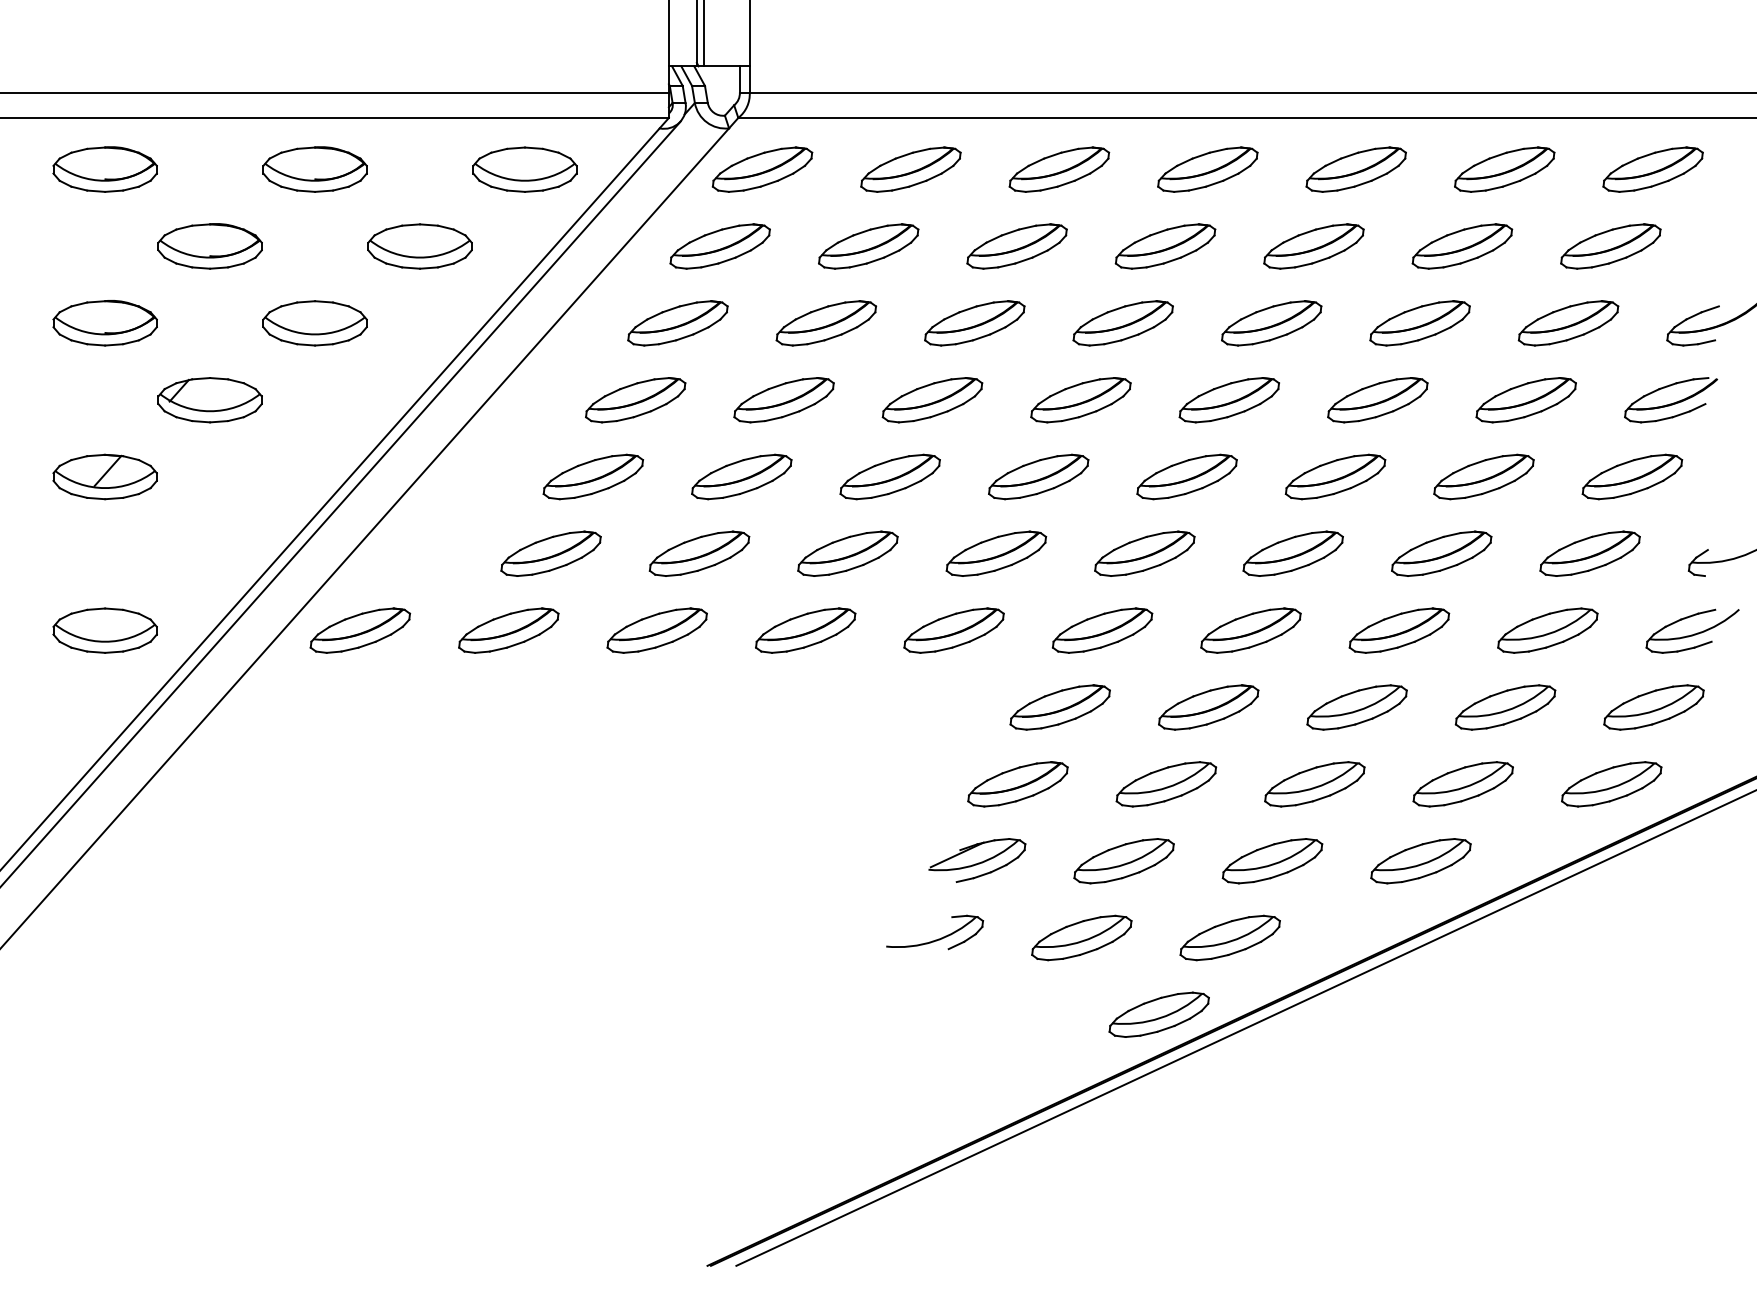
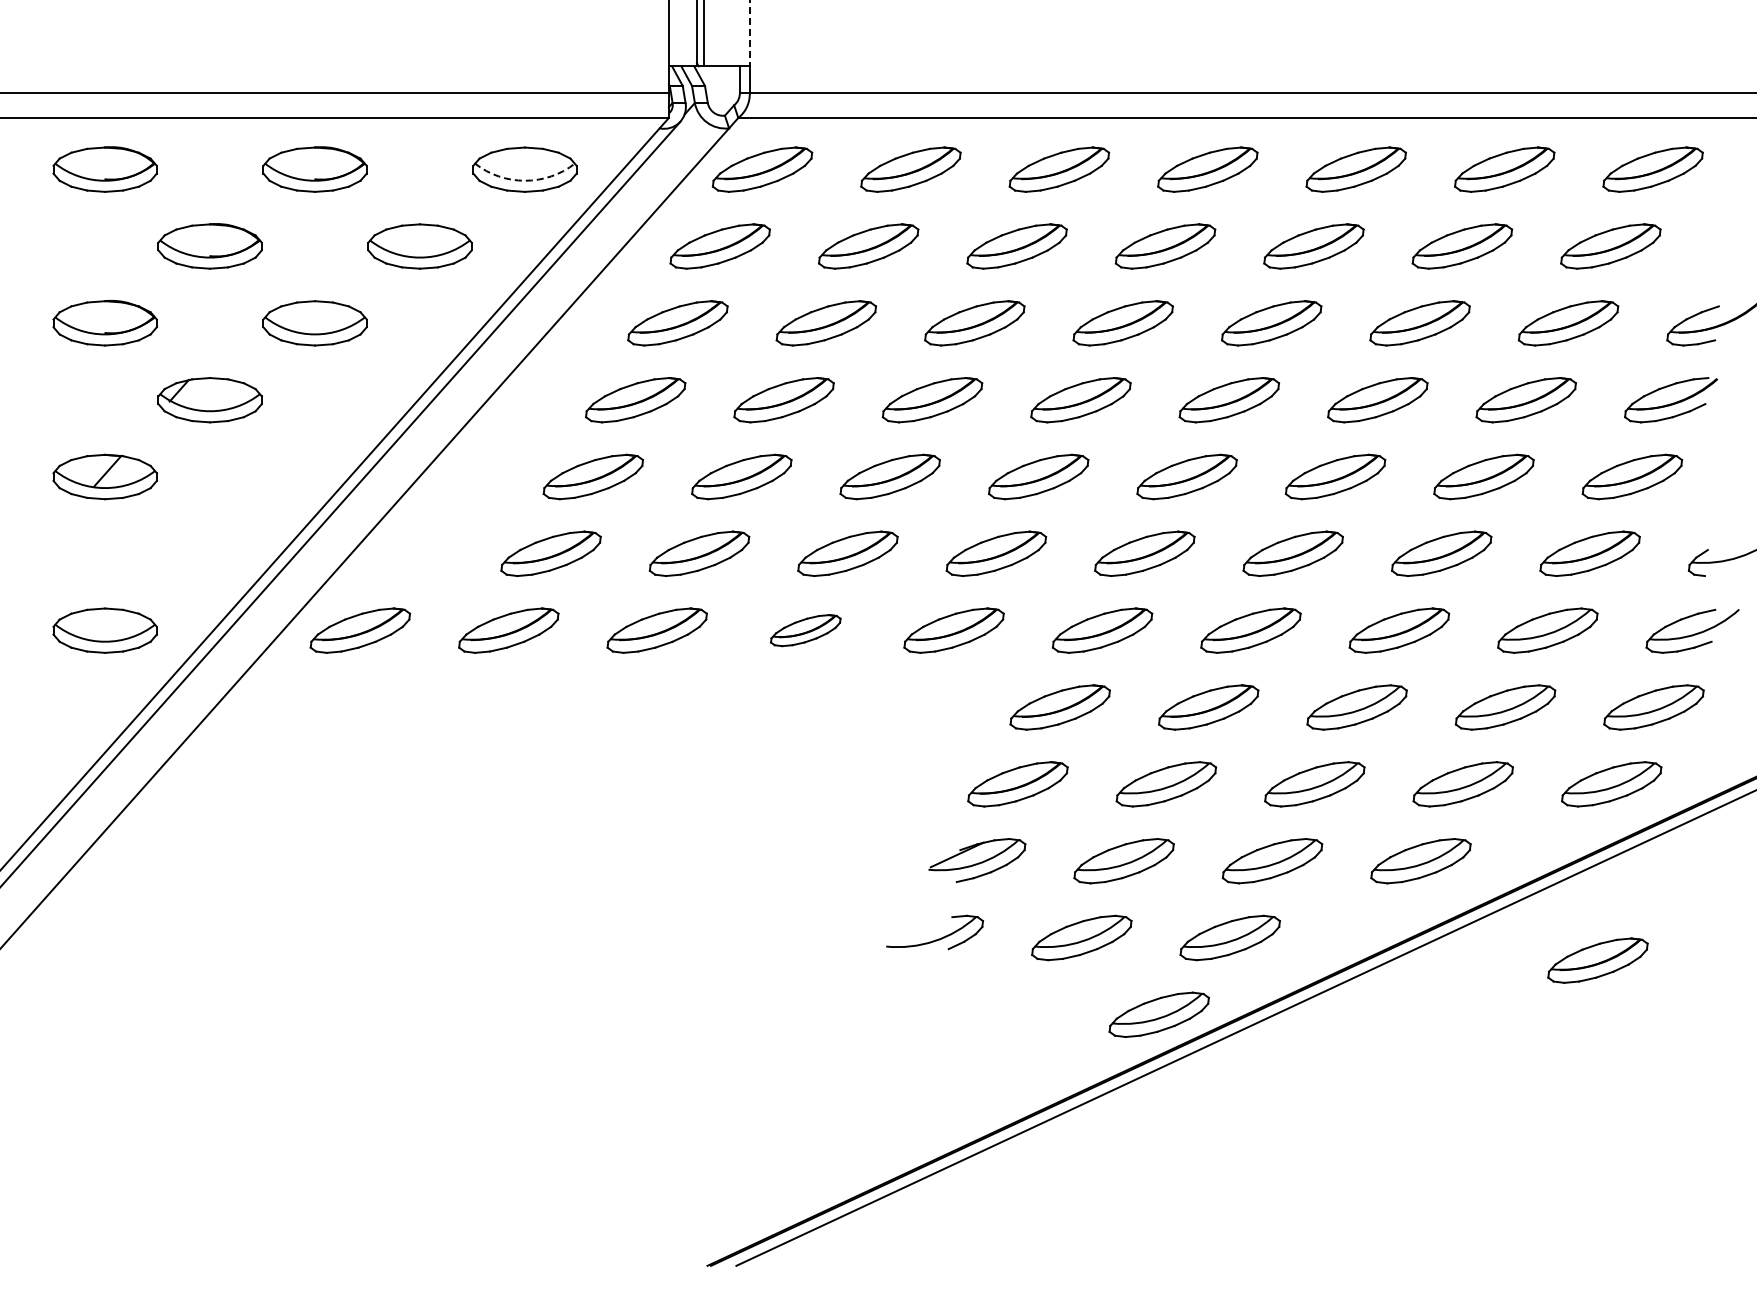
line at (749, 33): solid -> dashed
arc at (525, 180): solid -> dashed
part at (805, 630) size: 102x47 px -> 72x34 px
part at (1597, 960): none -> present
